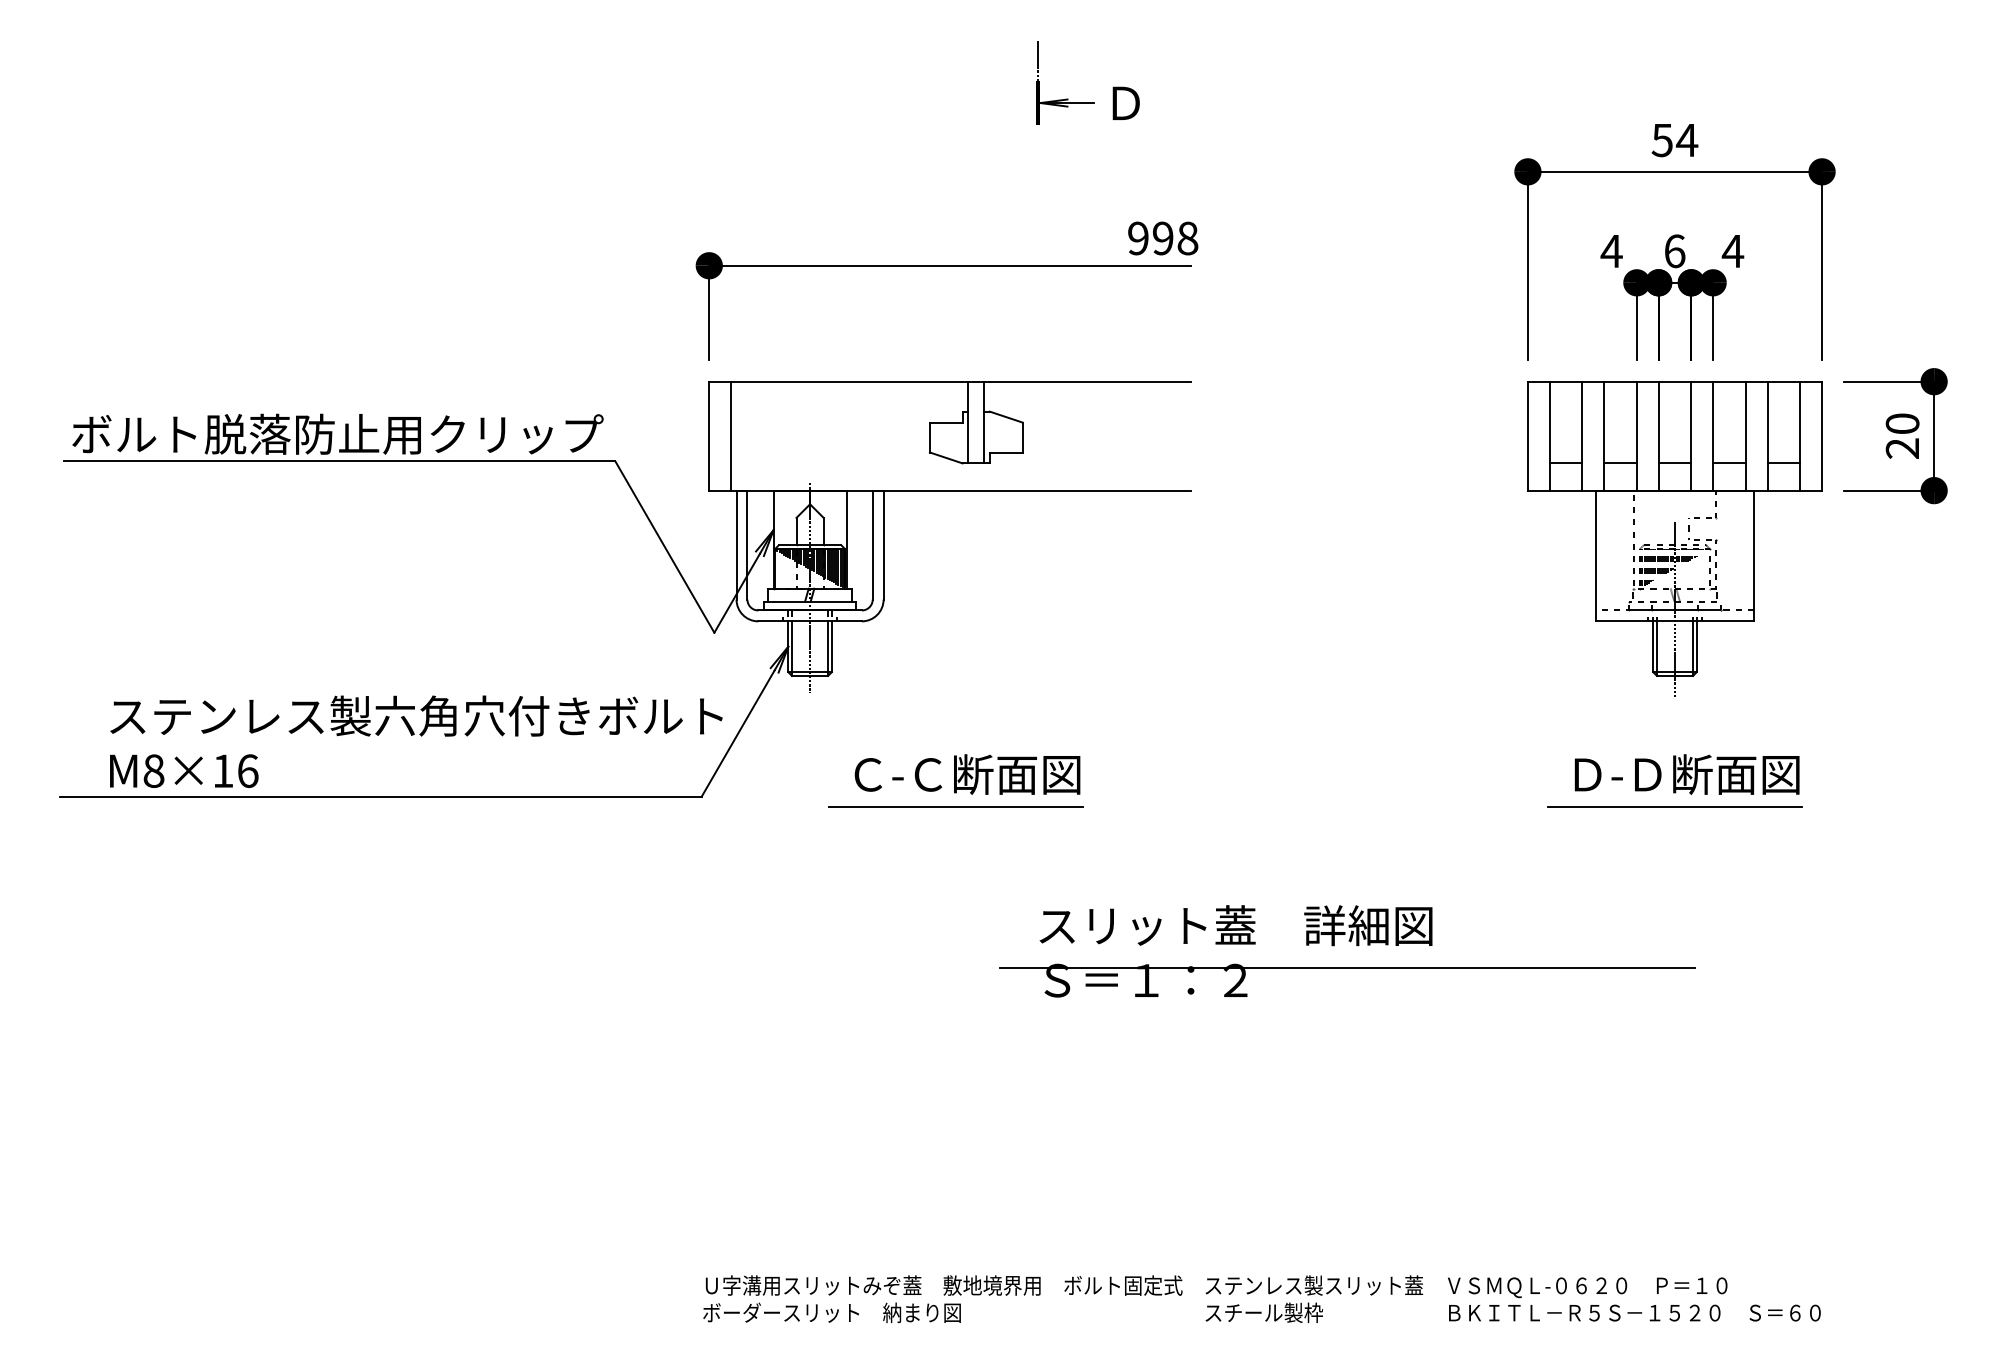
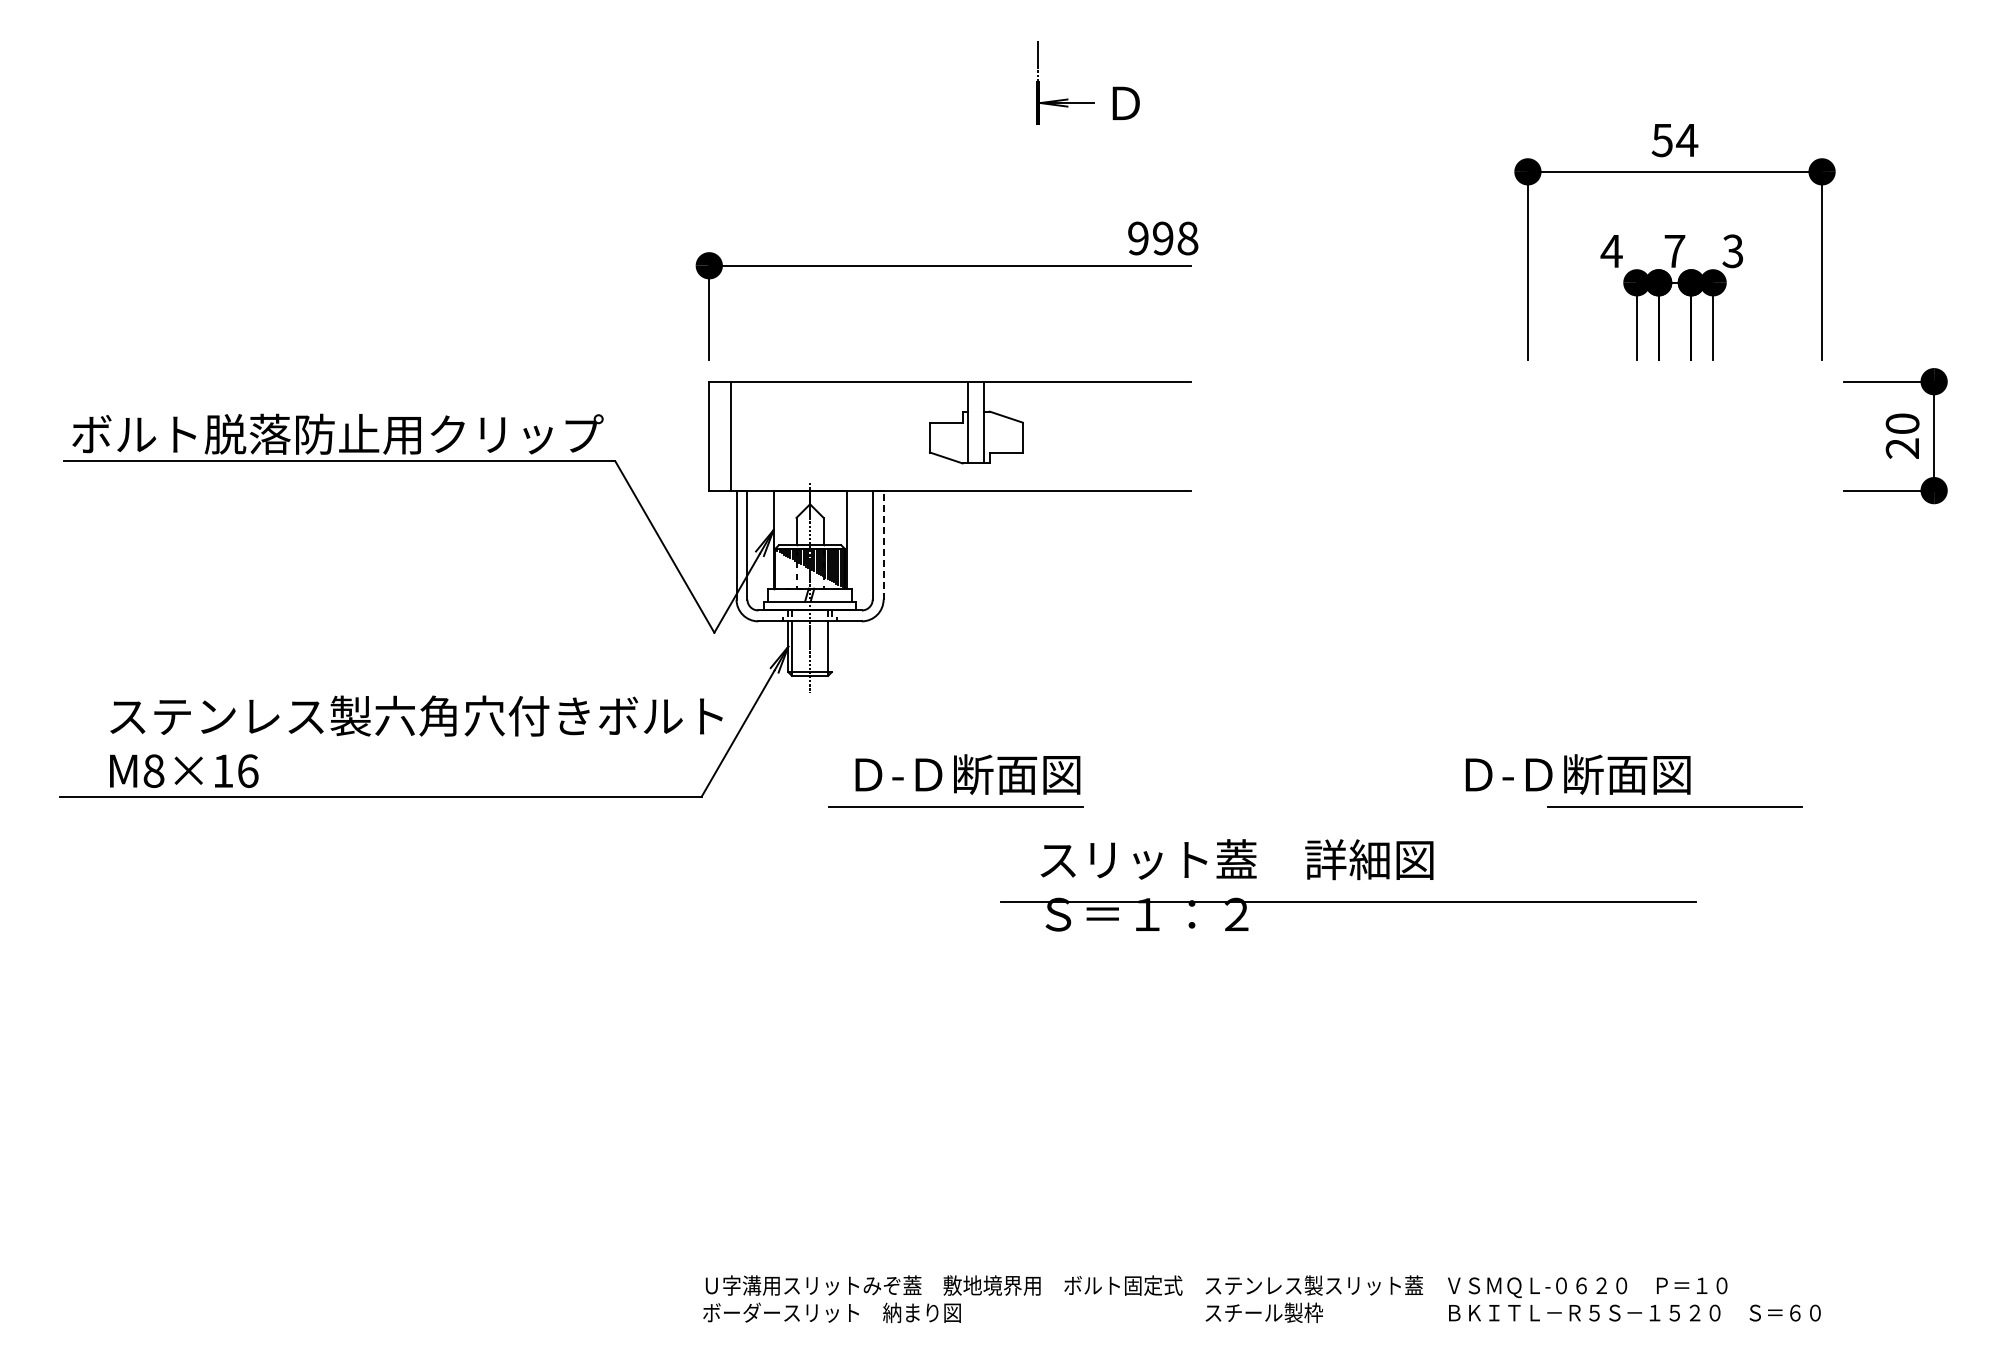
text at (1674, 251): 6 -> 7
text at (1732, 251): 4 -> 3
part at (1674, 538): present -> none
line at (883, 544): solid -> dashed
line at (831, 646): present -> none
text at (898, 774): Ｃ-Ｃ断面図 -> Ｄ-Ｄ断面図
text at (1686, 774) position: (1686, 774) -> (1577, 774)
part at (1350, 942) position: (1350, 942) -> (1351, 876)
